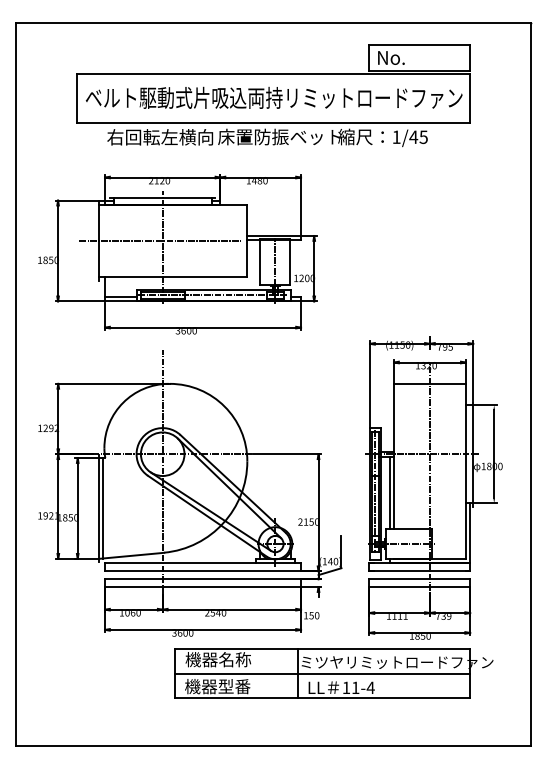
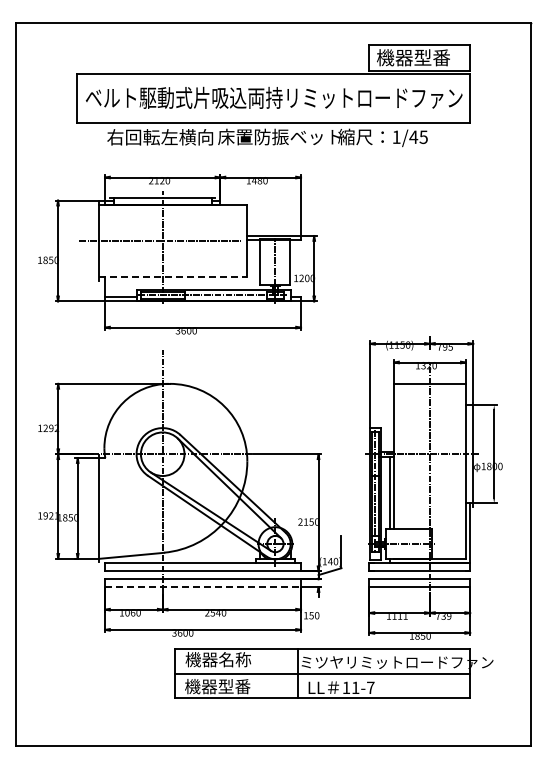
text at (412, 57): No. -> 機器型番
line at (173, 276): solid -> dashed
line at (102, 508): present -> none
line at (203, 587): solid -> dashed
text at (370, 687): 11-4 -> 11-7
